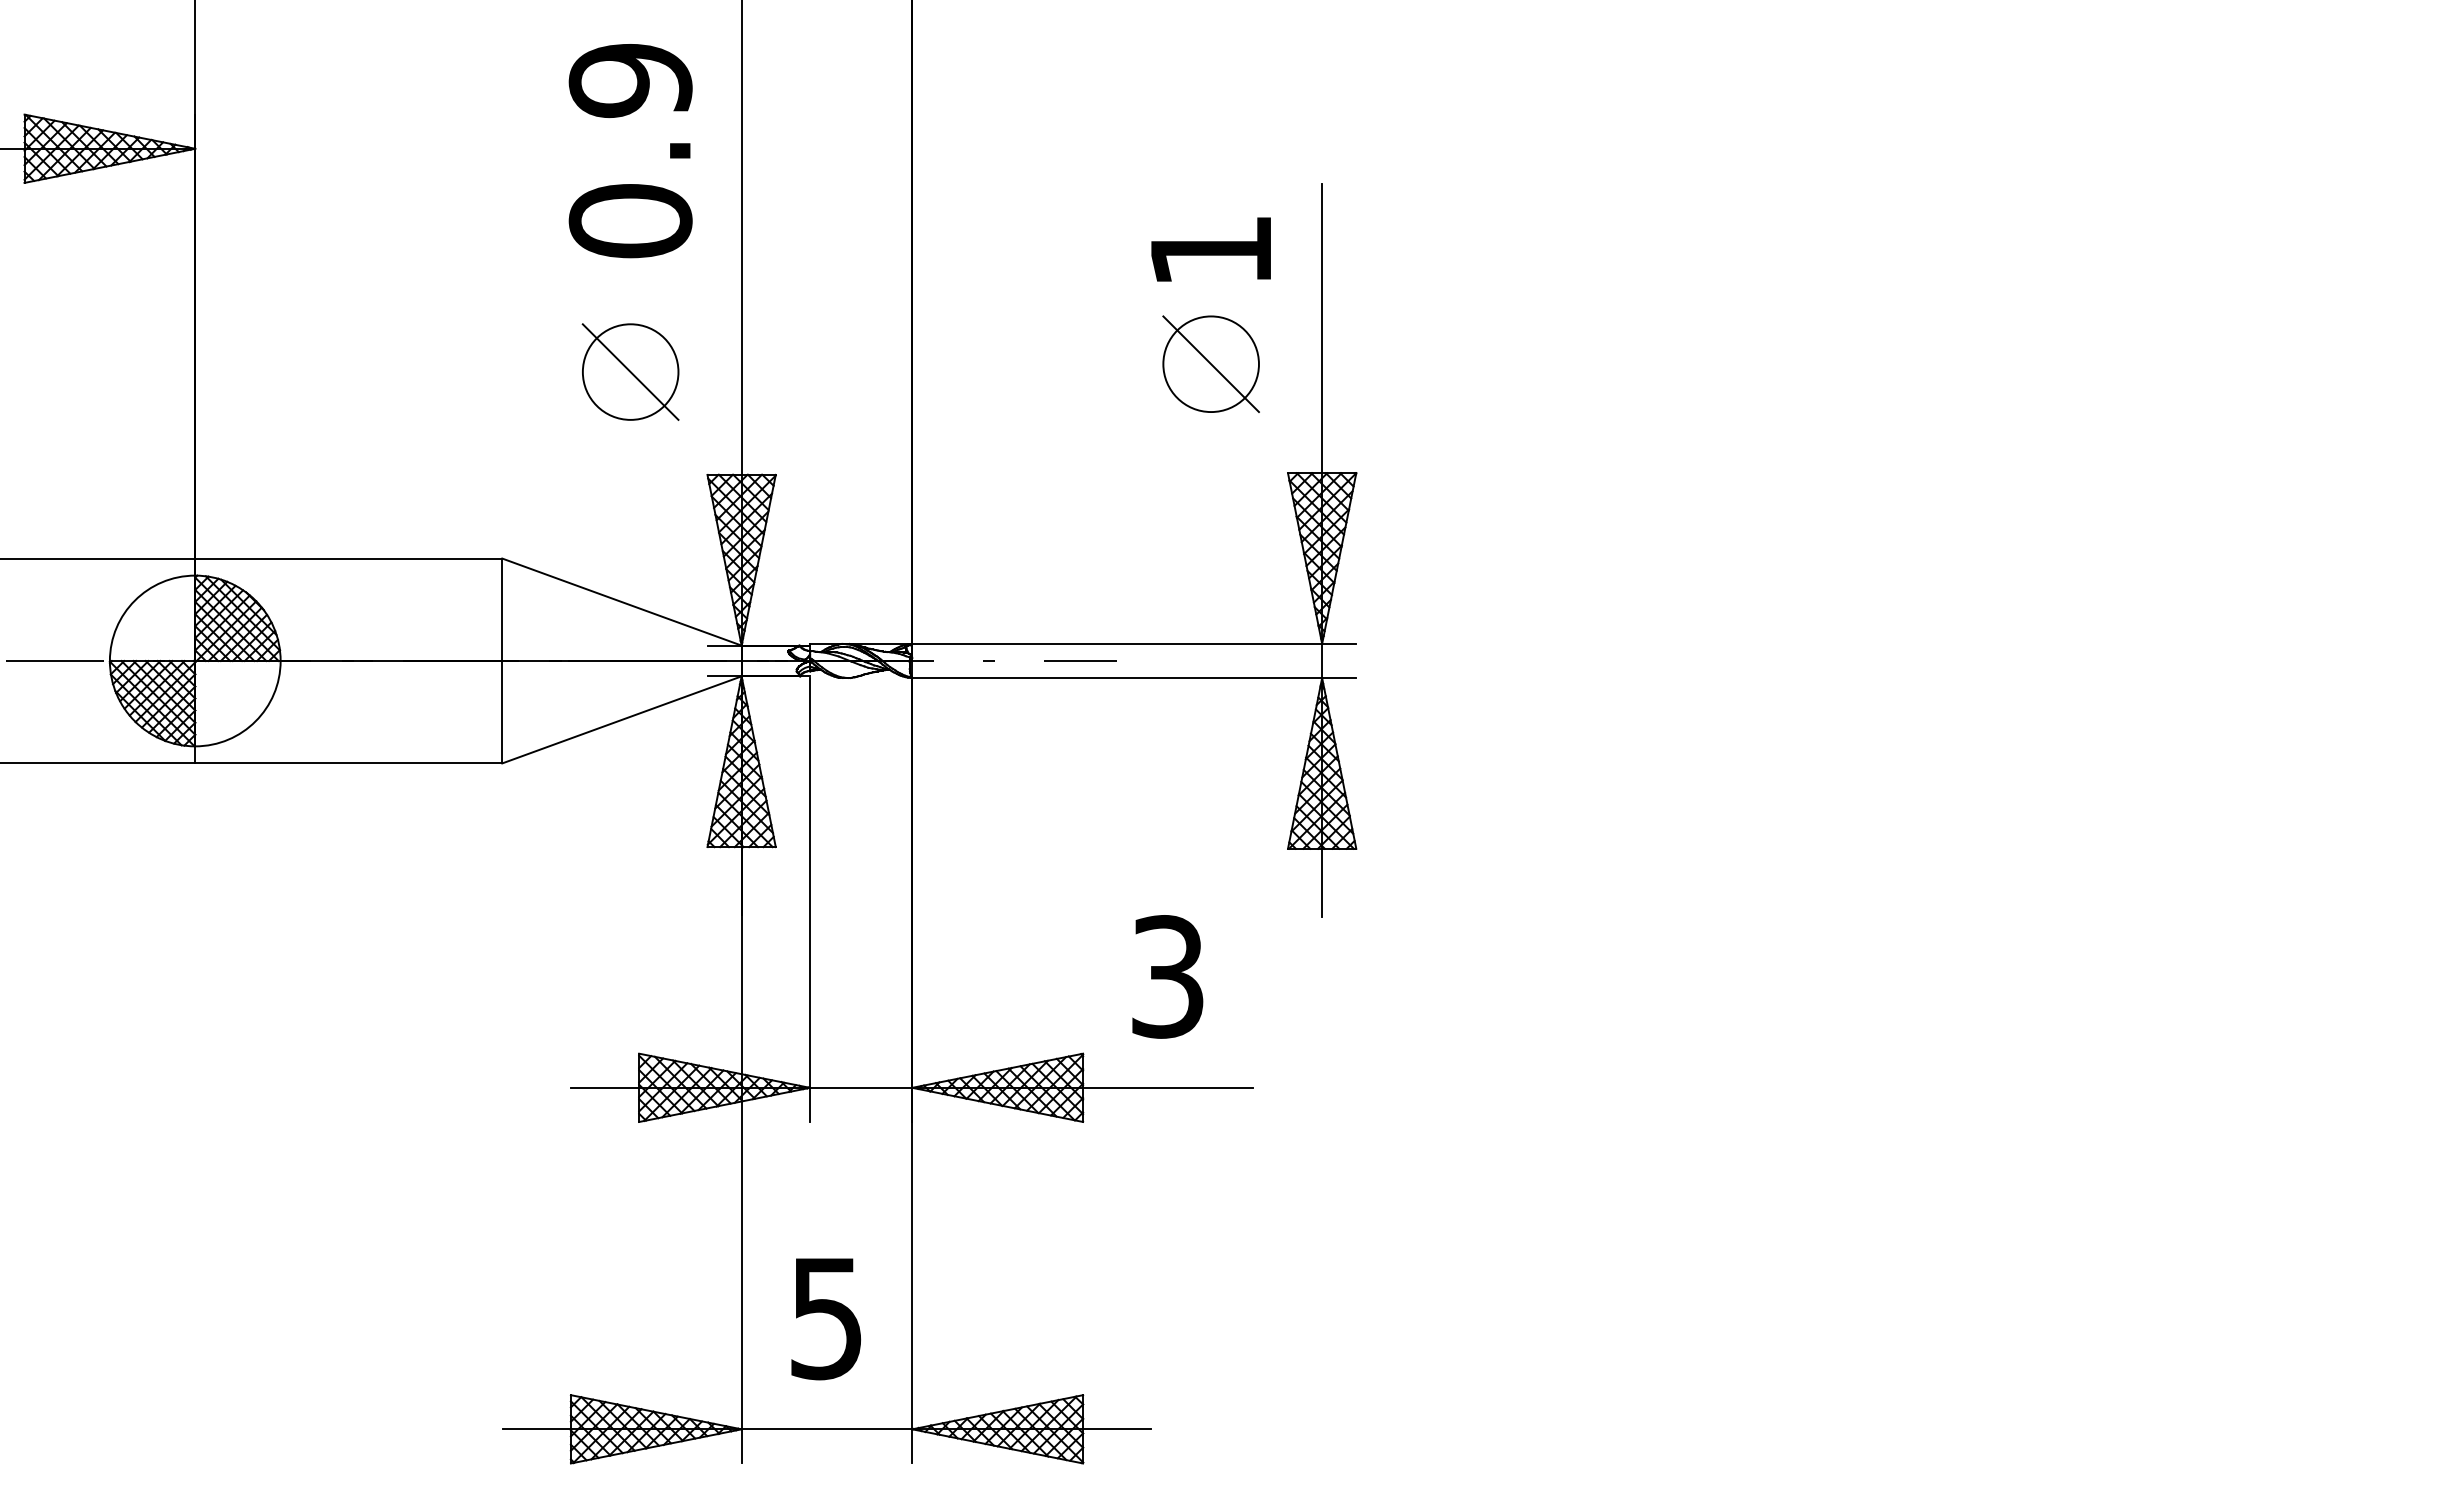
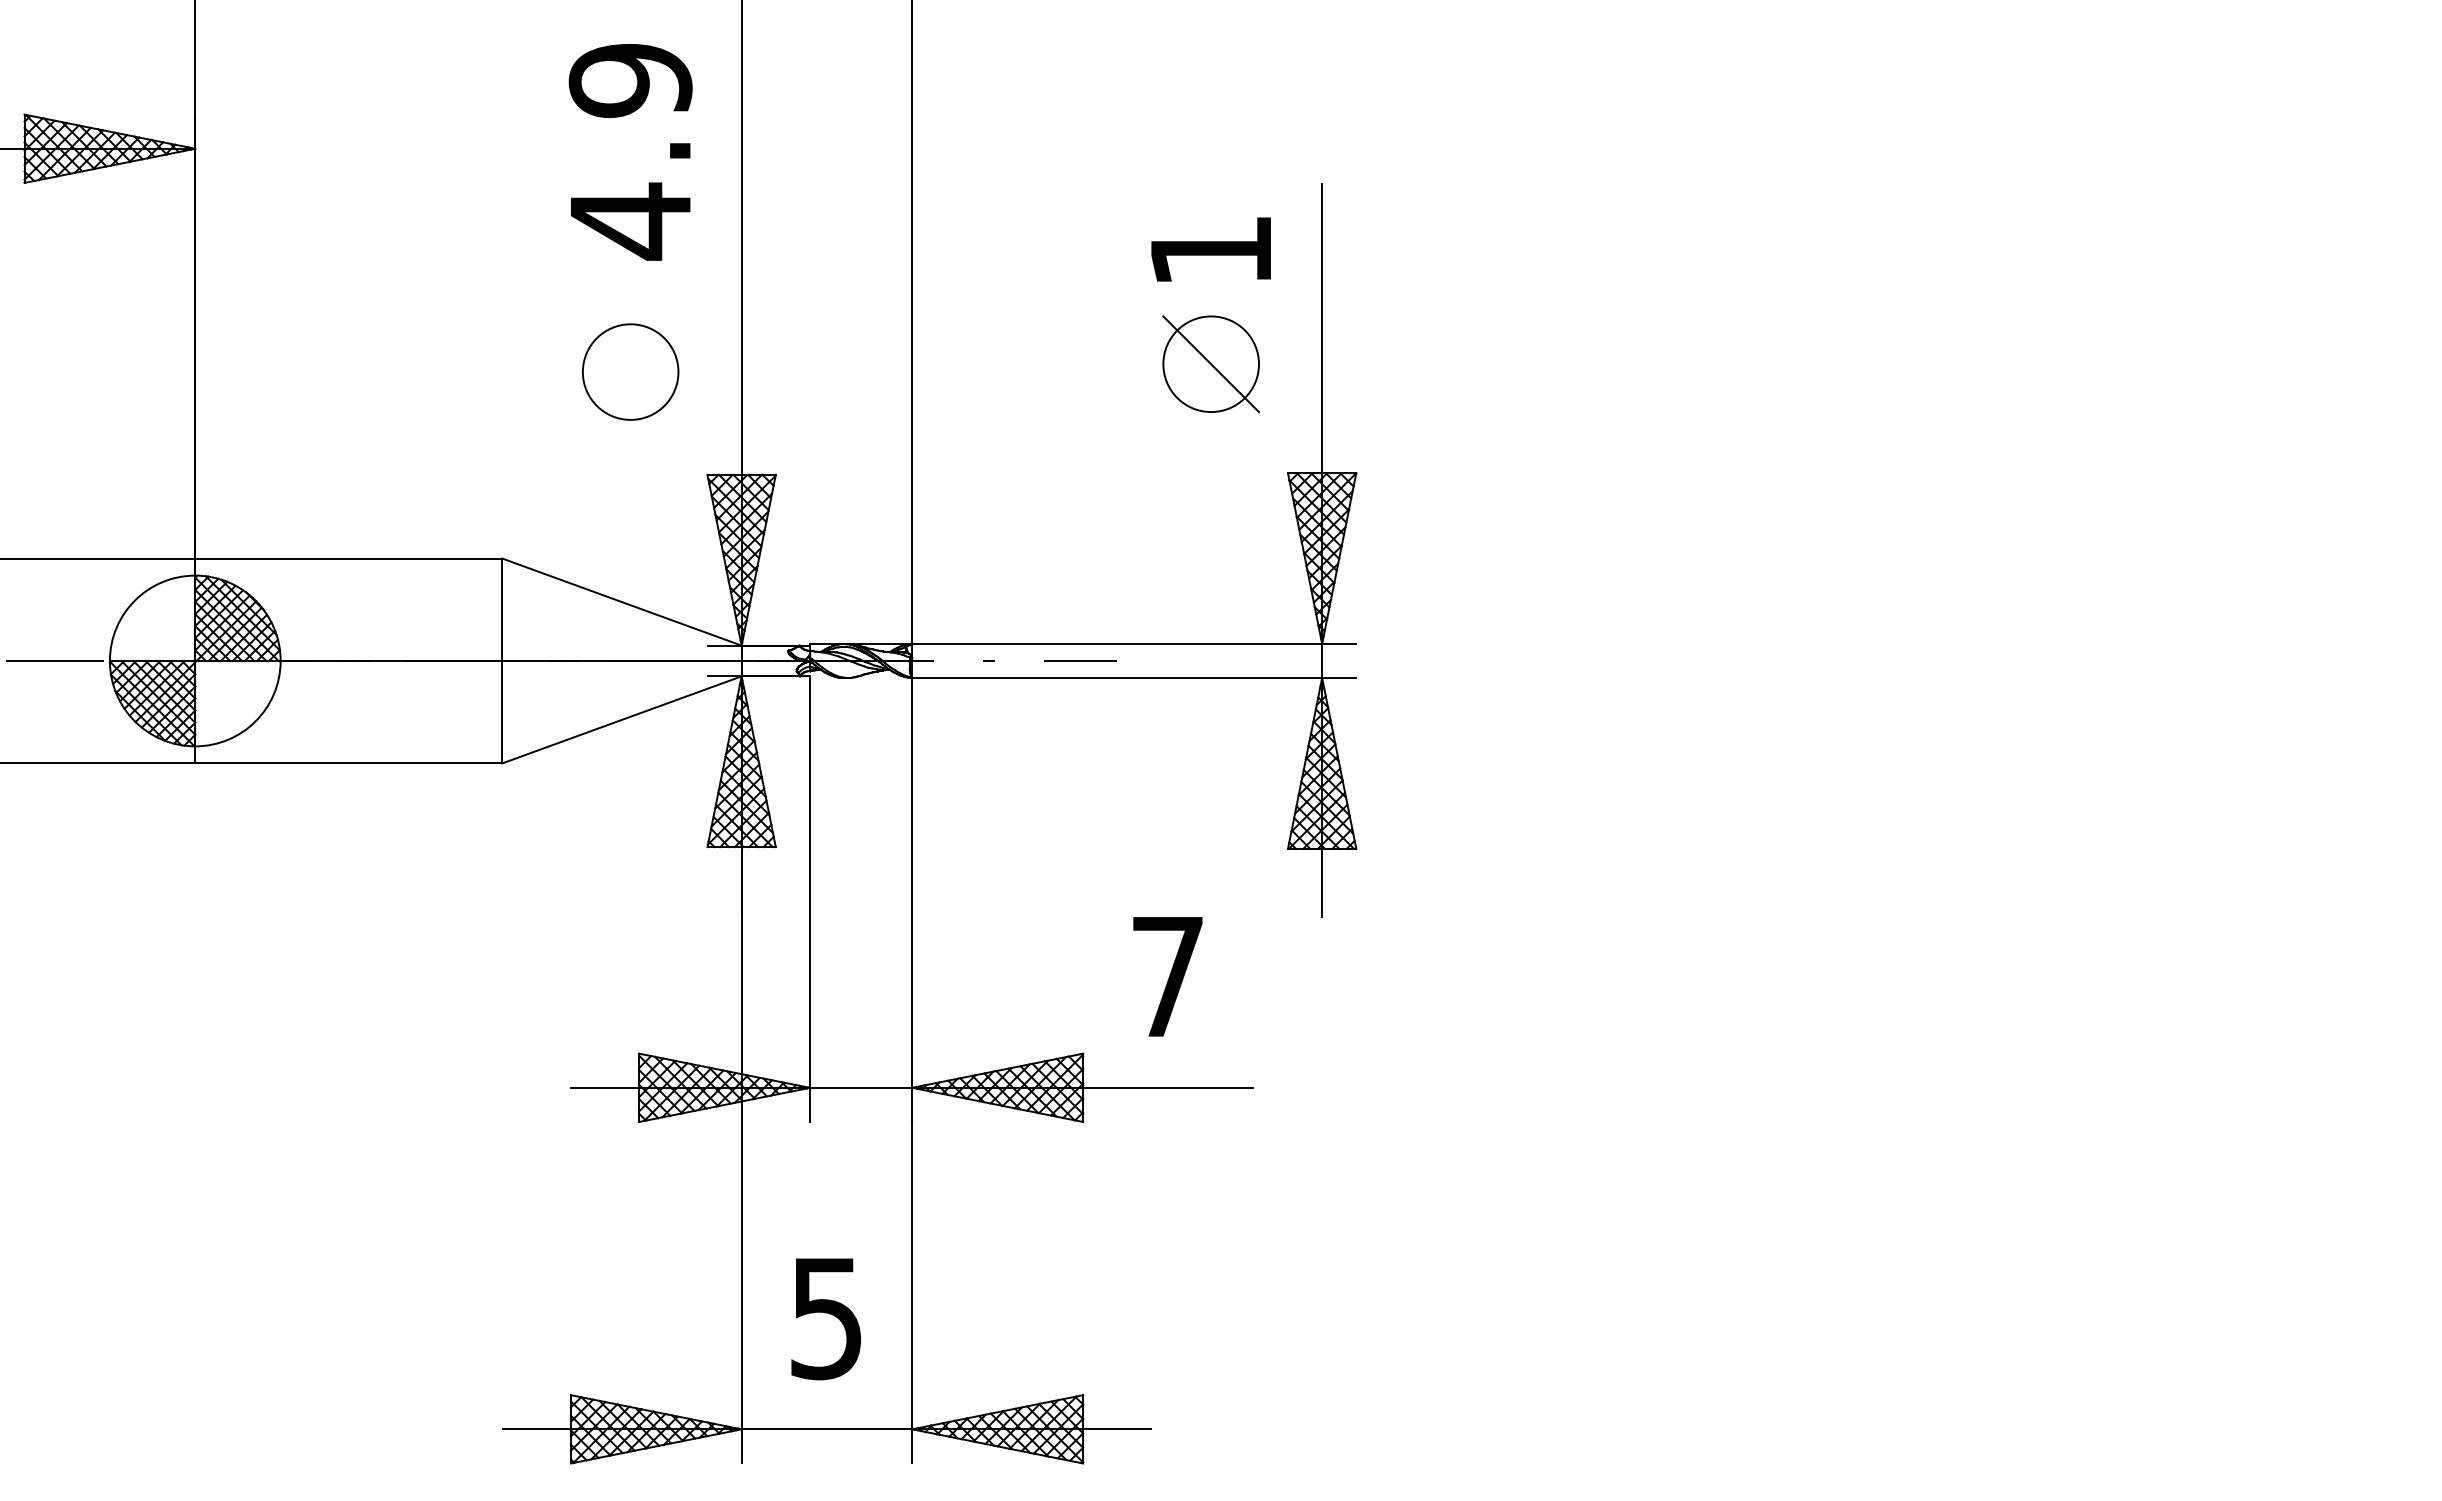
text at (630, 221): 0.9 -> 4.9
line at (630, 371): present -> none
text at (1167, 976): 3 -> 7
